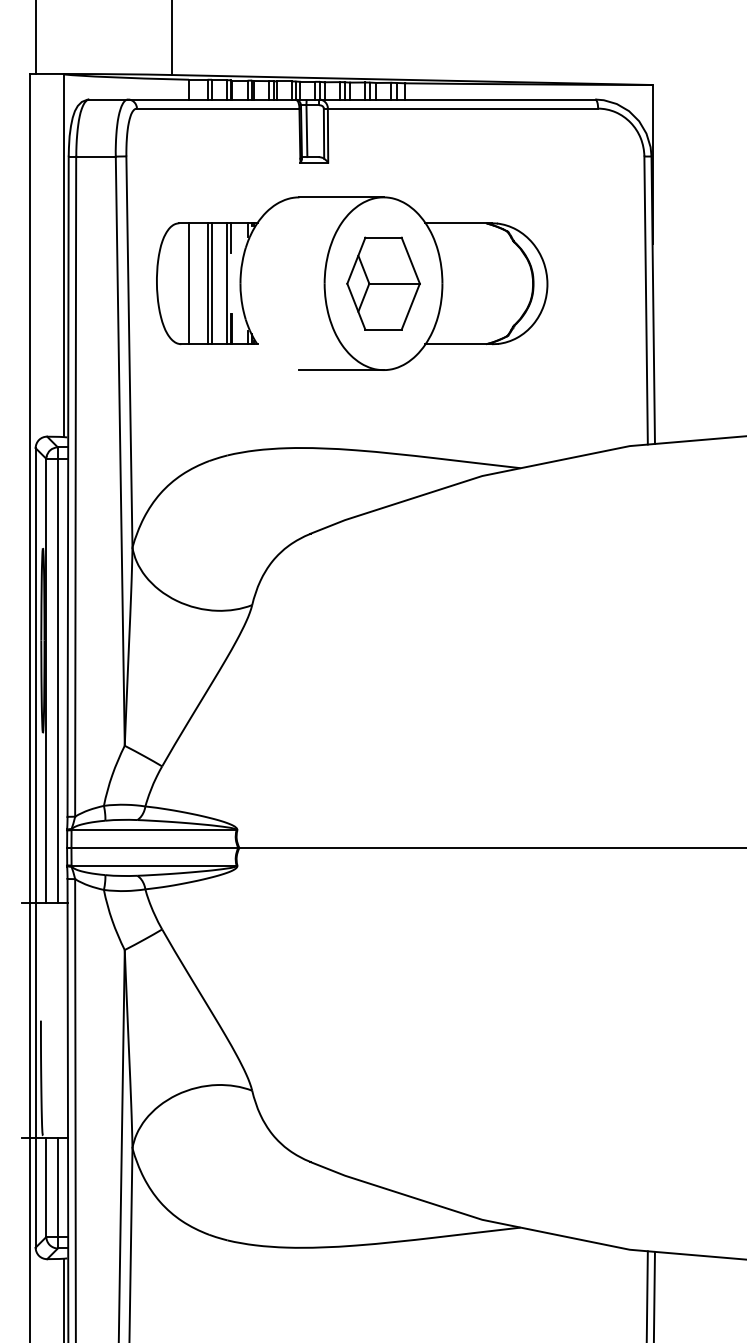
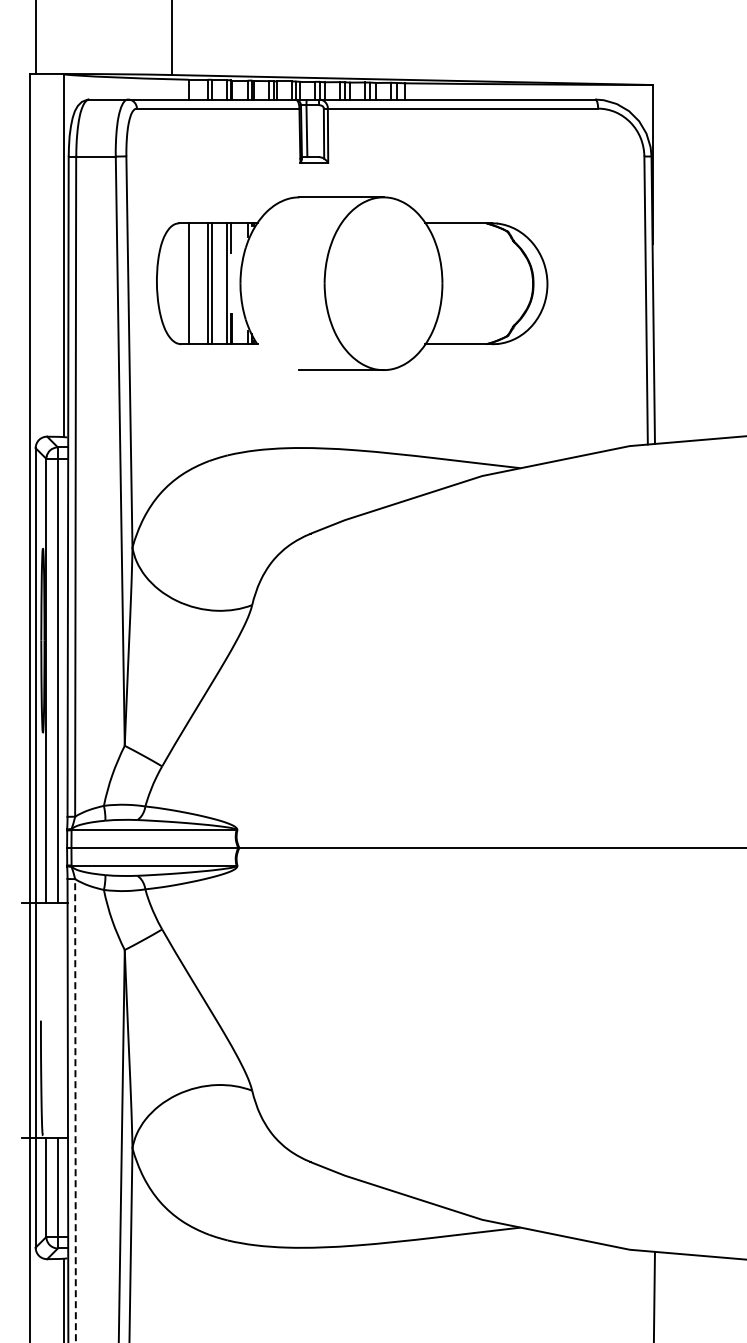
part at (383, 283): present -> none
line at (75, 1110): solid -> dashed
line at (646, 1295): present -> none
